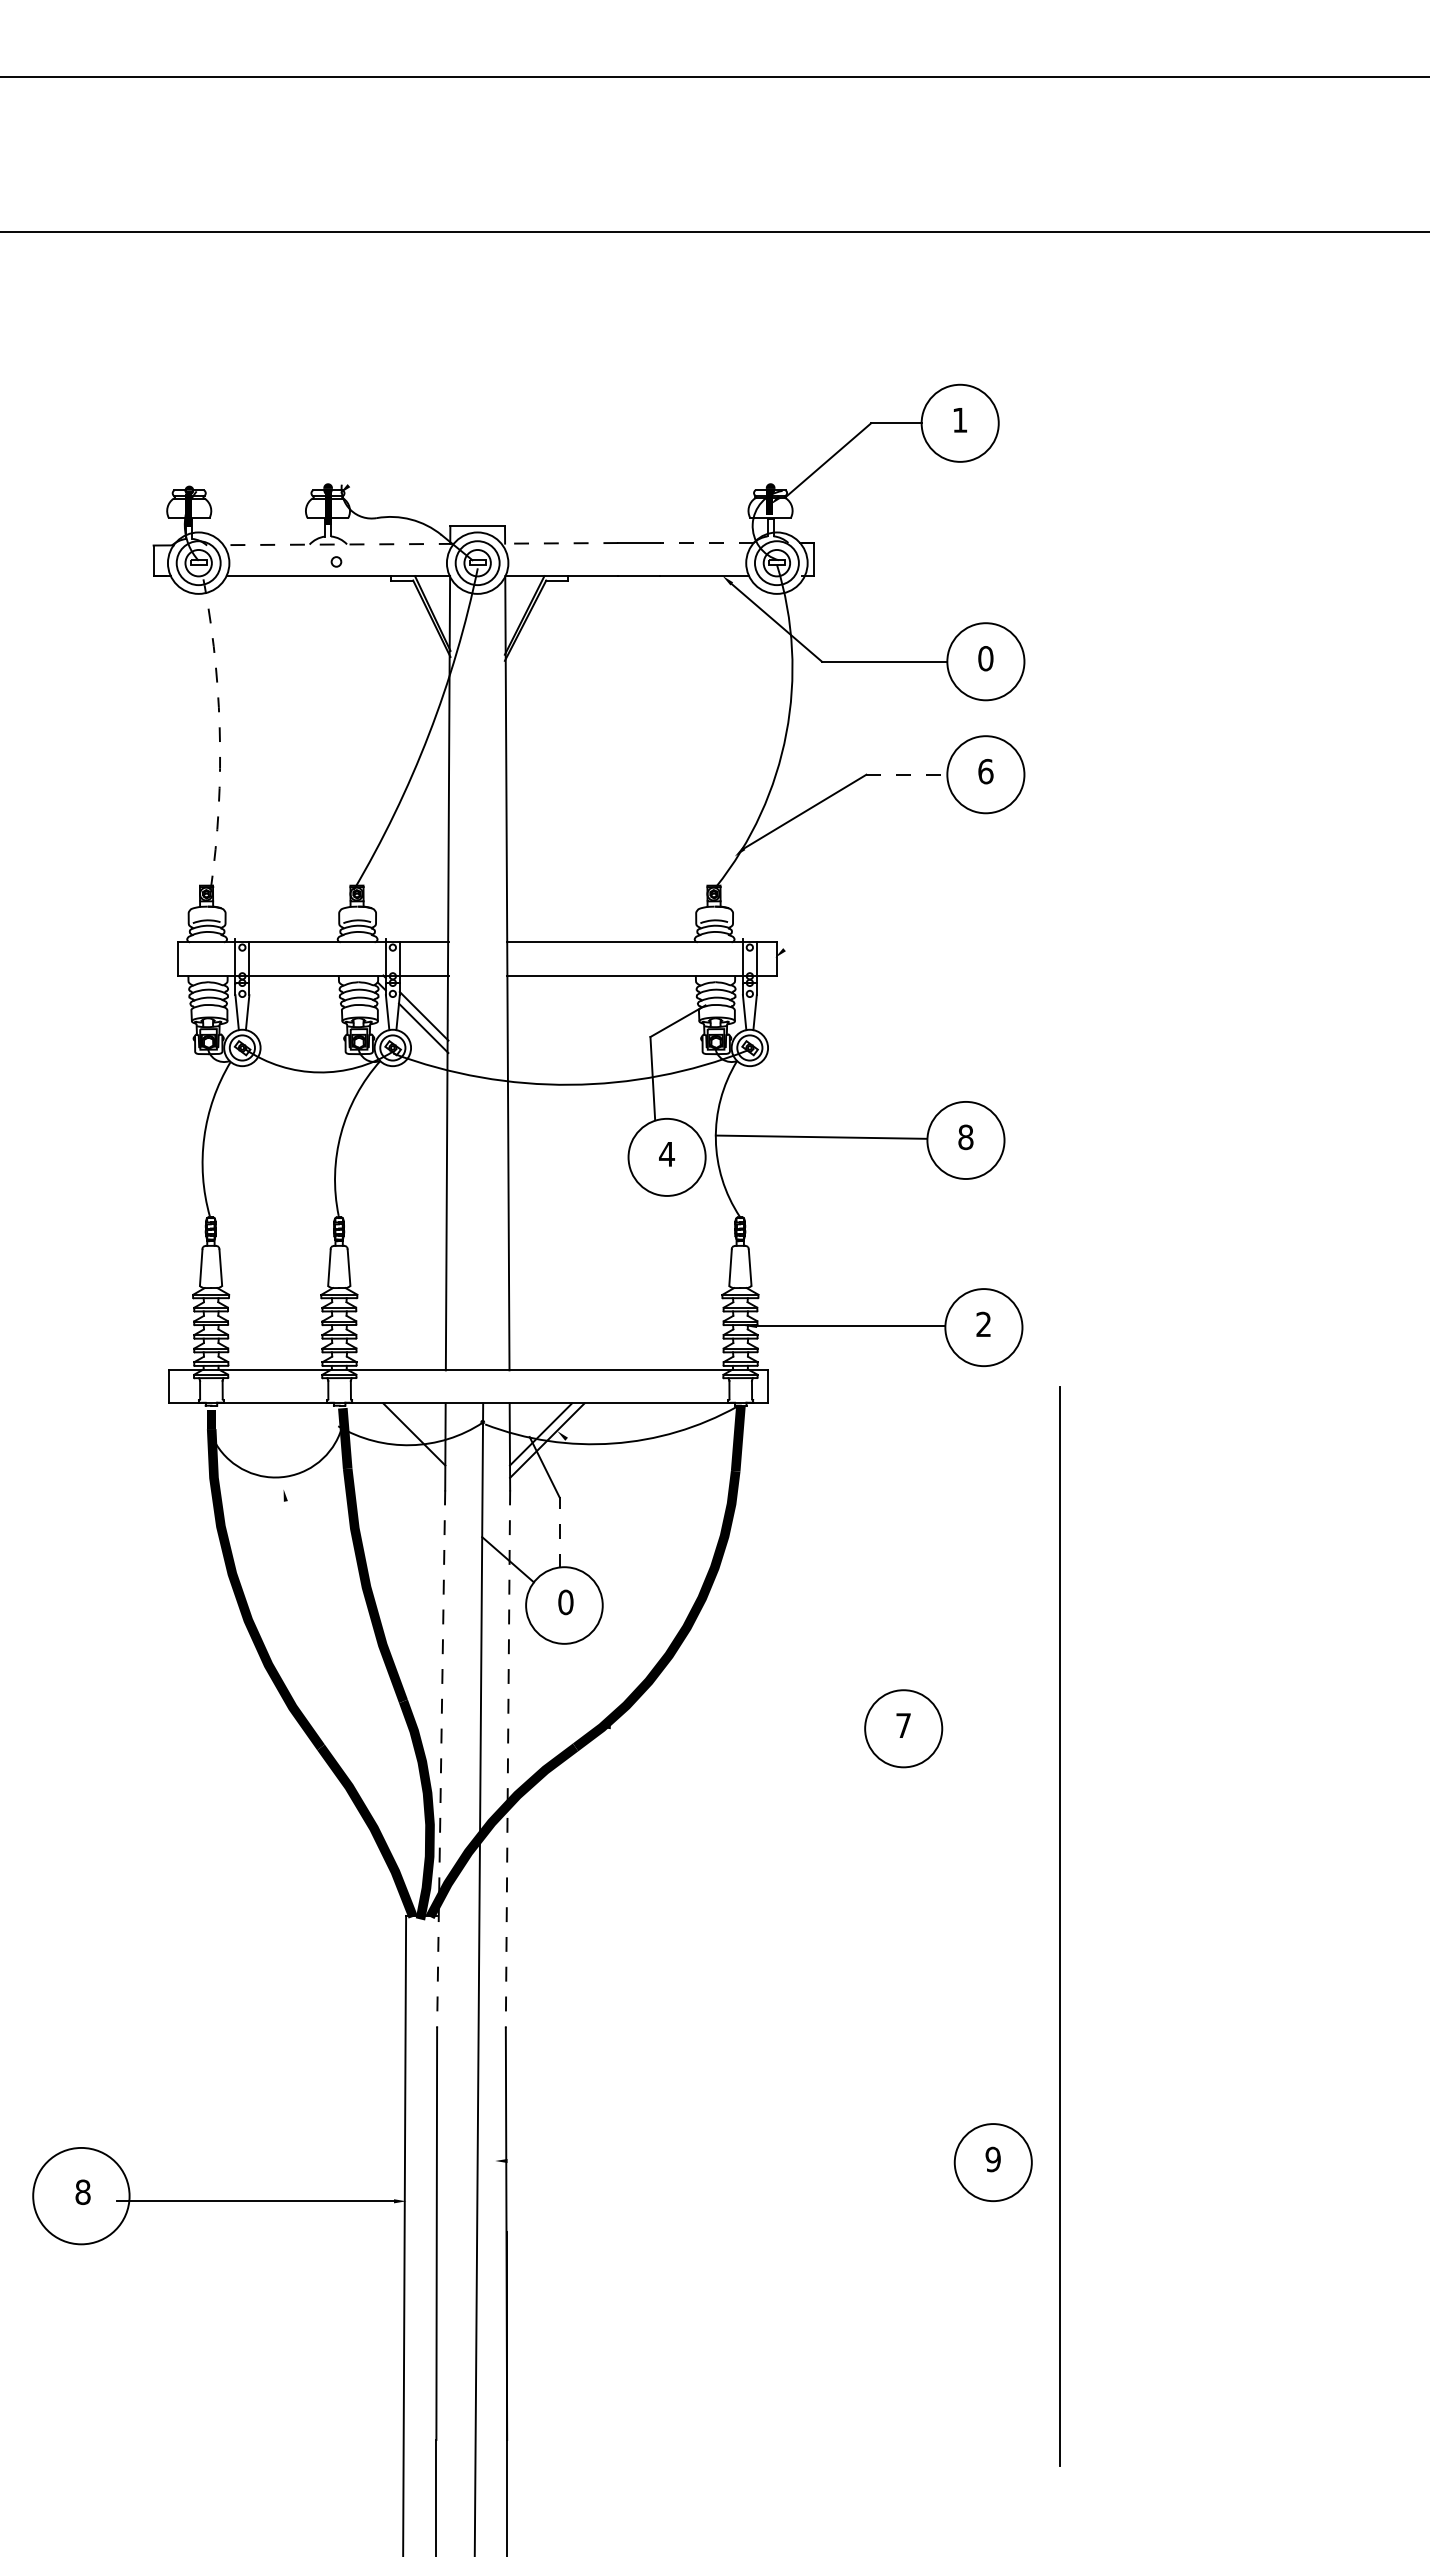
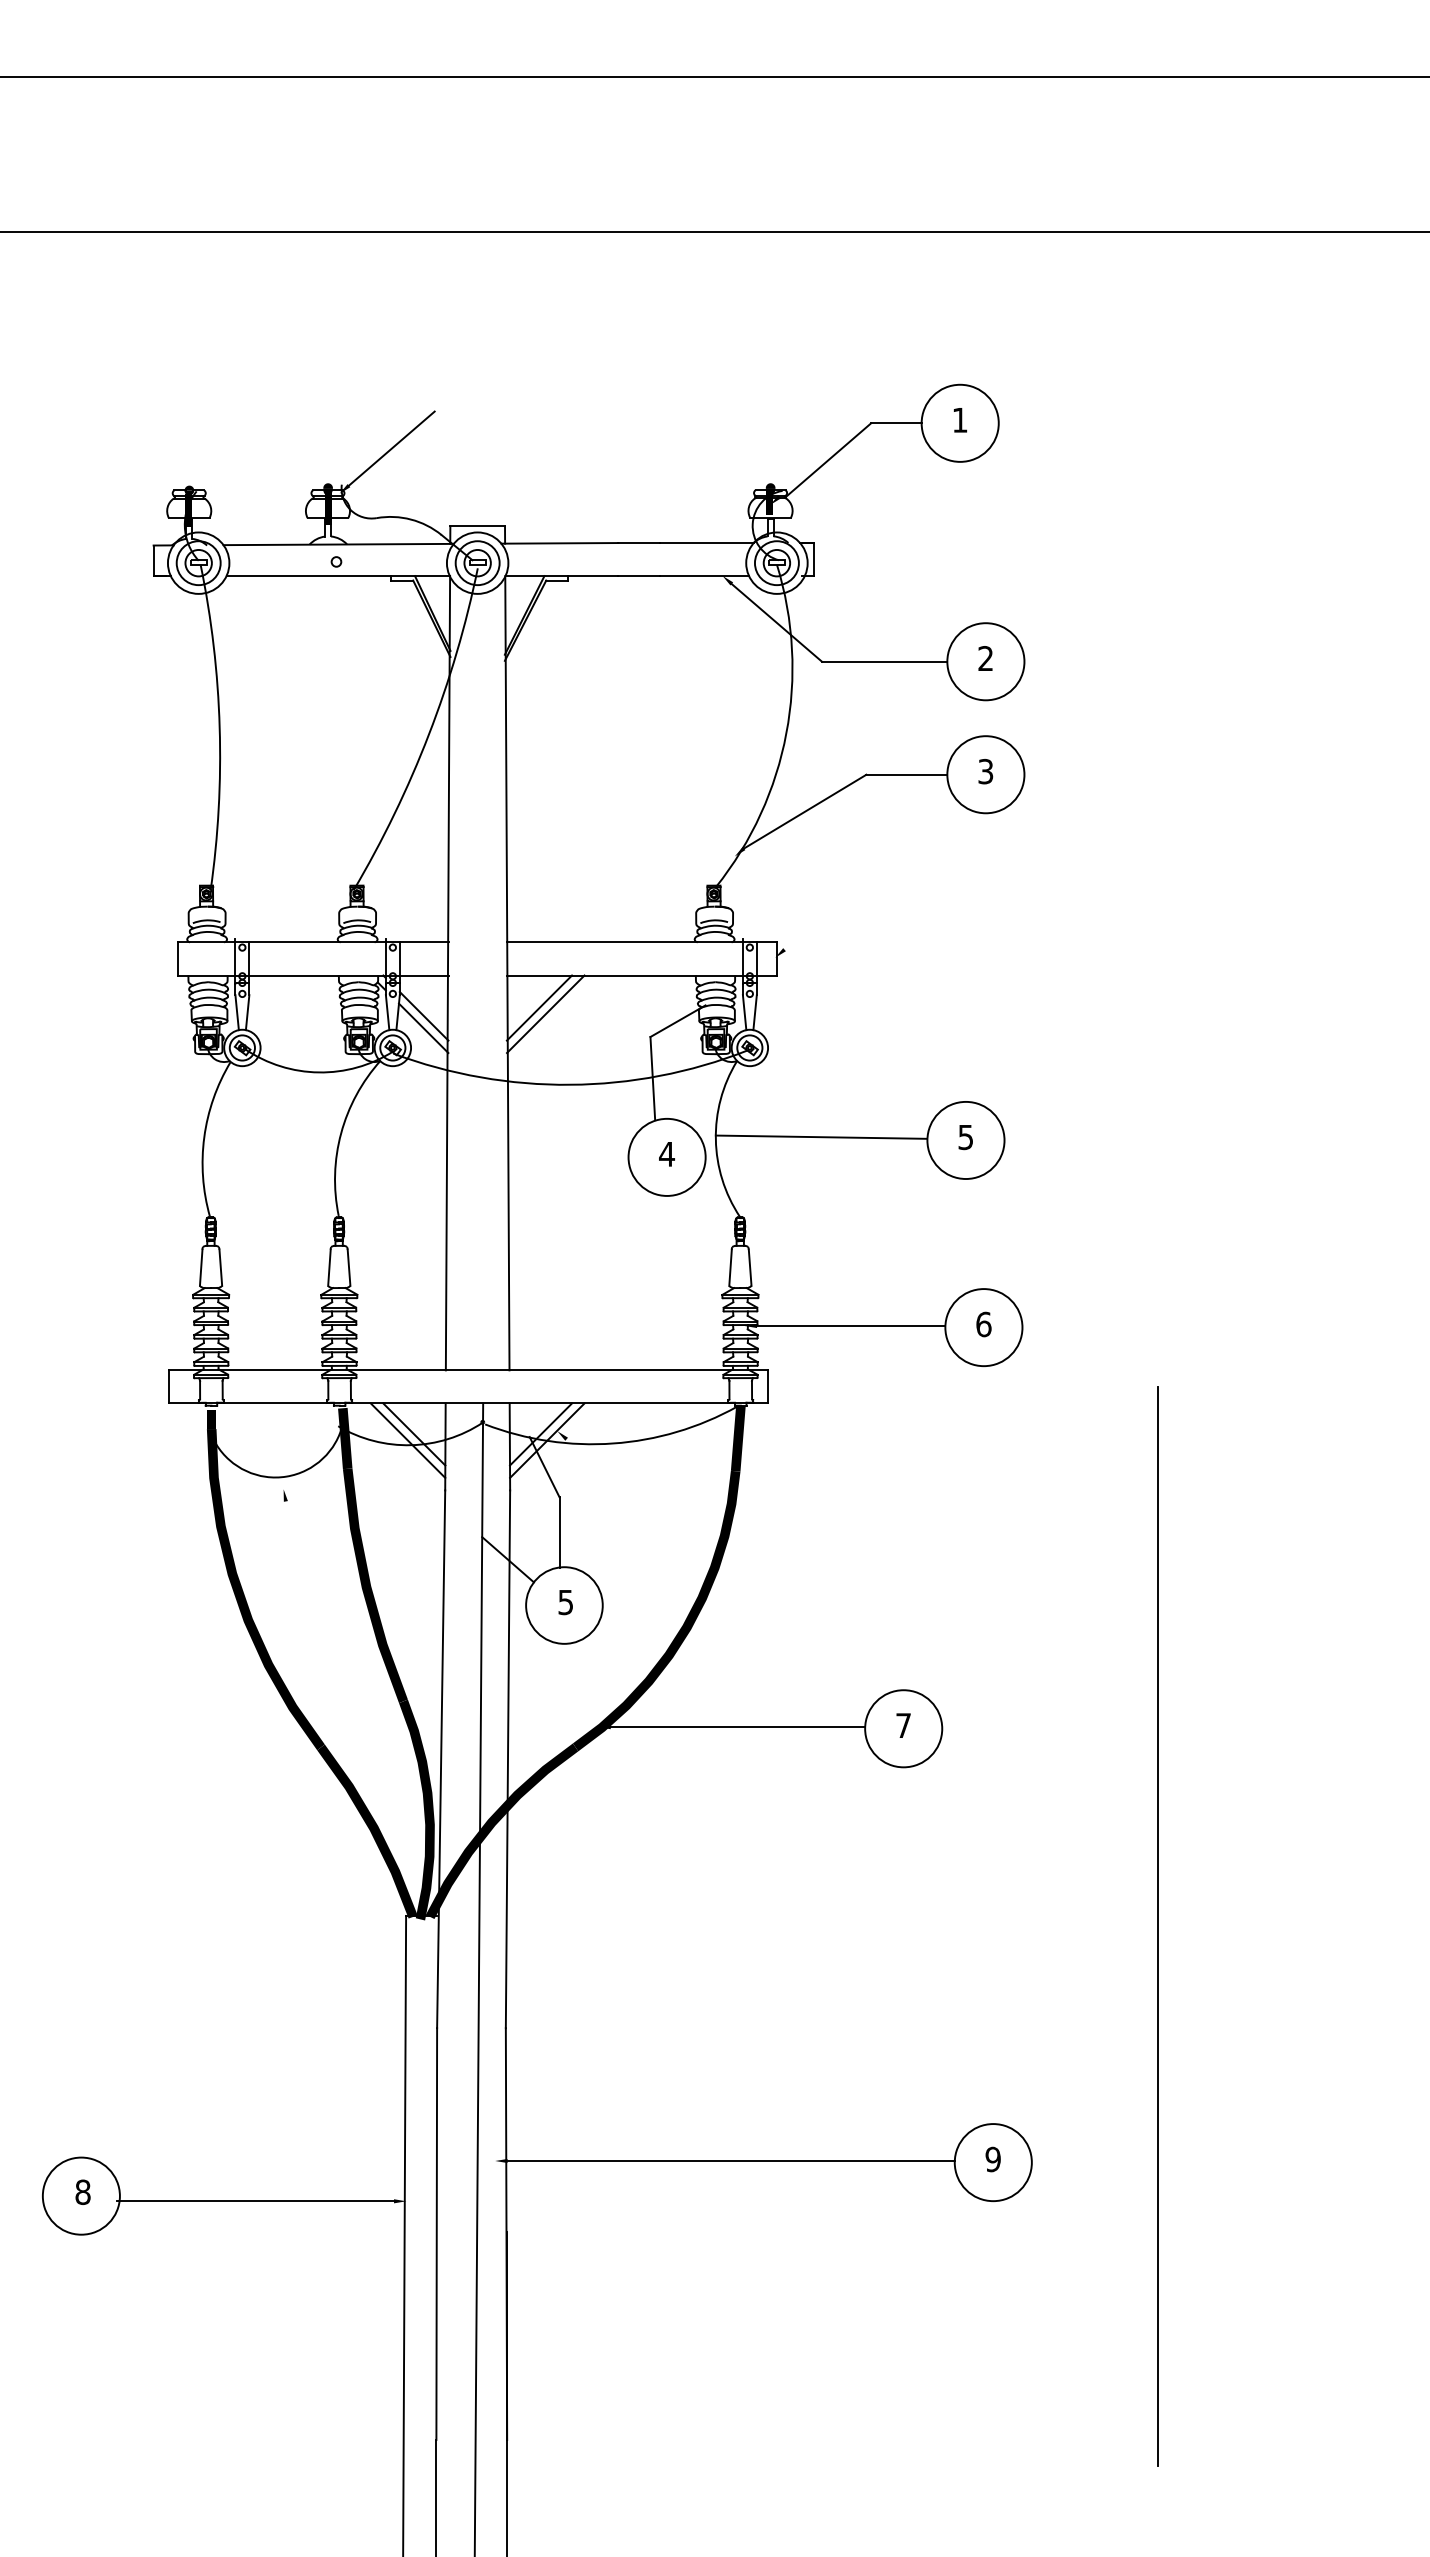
line at (391, 448): none -> present
line at (559, 543): dashed -> solid
line at (706, 543): dashed -> solid
line at (338, 544): dashed -> solid
text at (985, 658): 0 -> 2
arc at (219, 727): dashed -> solid
text at (985, 771): 6 -> 3
line at (907, 774): dashed -> solid
line at (539, 1007): none -> present
line at (545, 1014): none -> present
text at (965, 1137): 8 -> 5
text at (983, 1324): 2 -> 6
line at (407, 1440): none -> present
line at (559, 1532): dashed -> solid
text at (565, 1602): 0 -> 5
line at (737, 1727): none -> present
line at (441, 1759): dashed -> solid
line at (507, 1759): dashed -> solid
line at (1059, 1926) position: (1059, 1926) -> (1157, 1926)
line at (730, 2161): none -> present
circle at (81, 2195) diameter: 96 px -> 77 px
